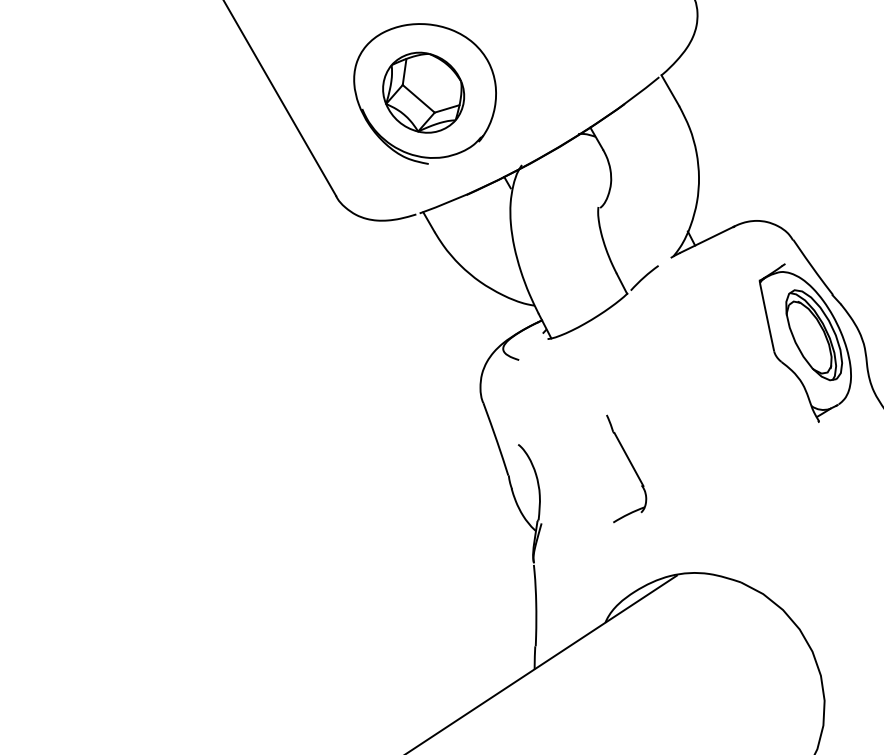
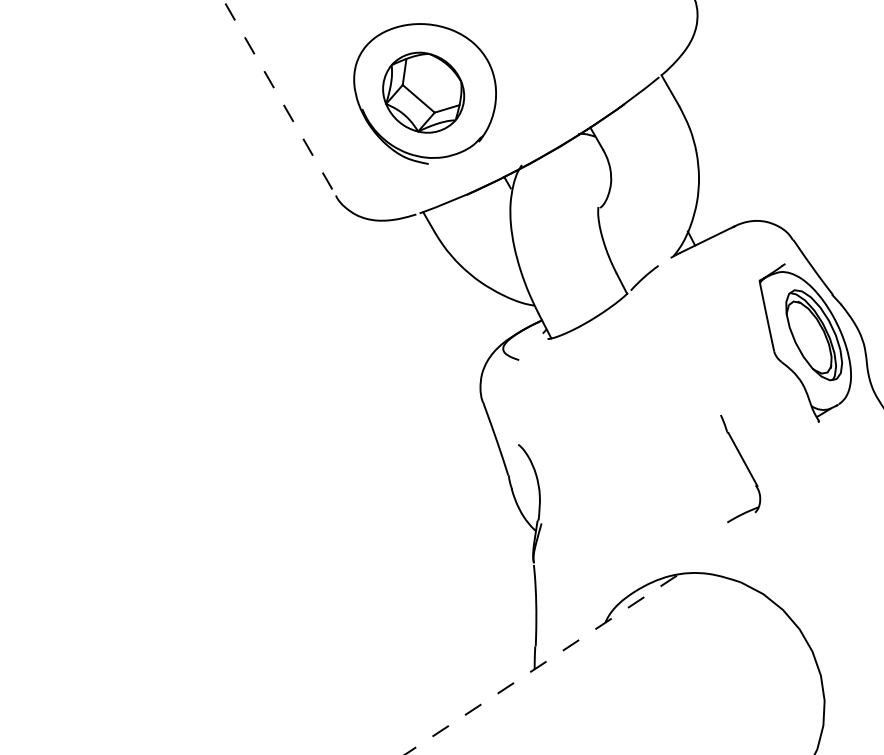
line at (279, 98): solid -> dashed
part at (626, 468) position: (626, 468) -> (740, 468)
line at (540, 665): solid -> dashed
